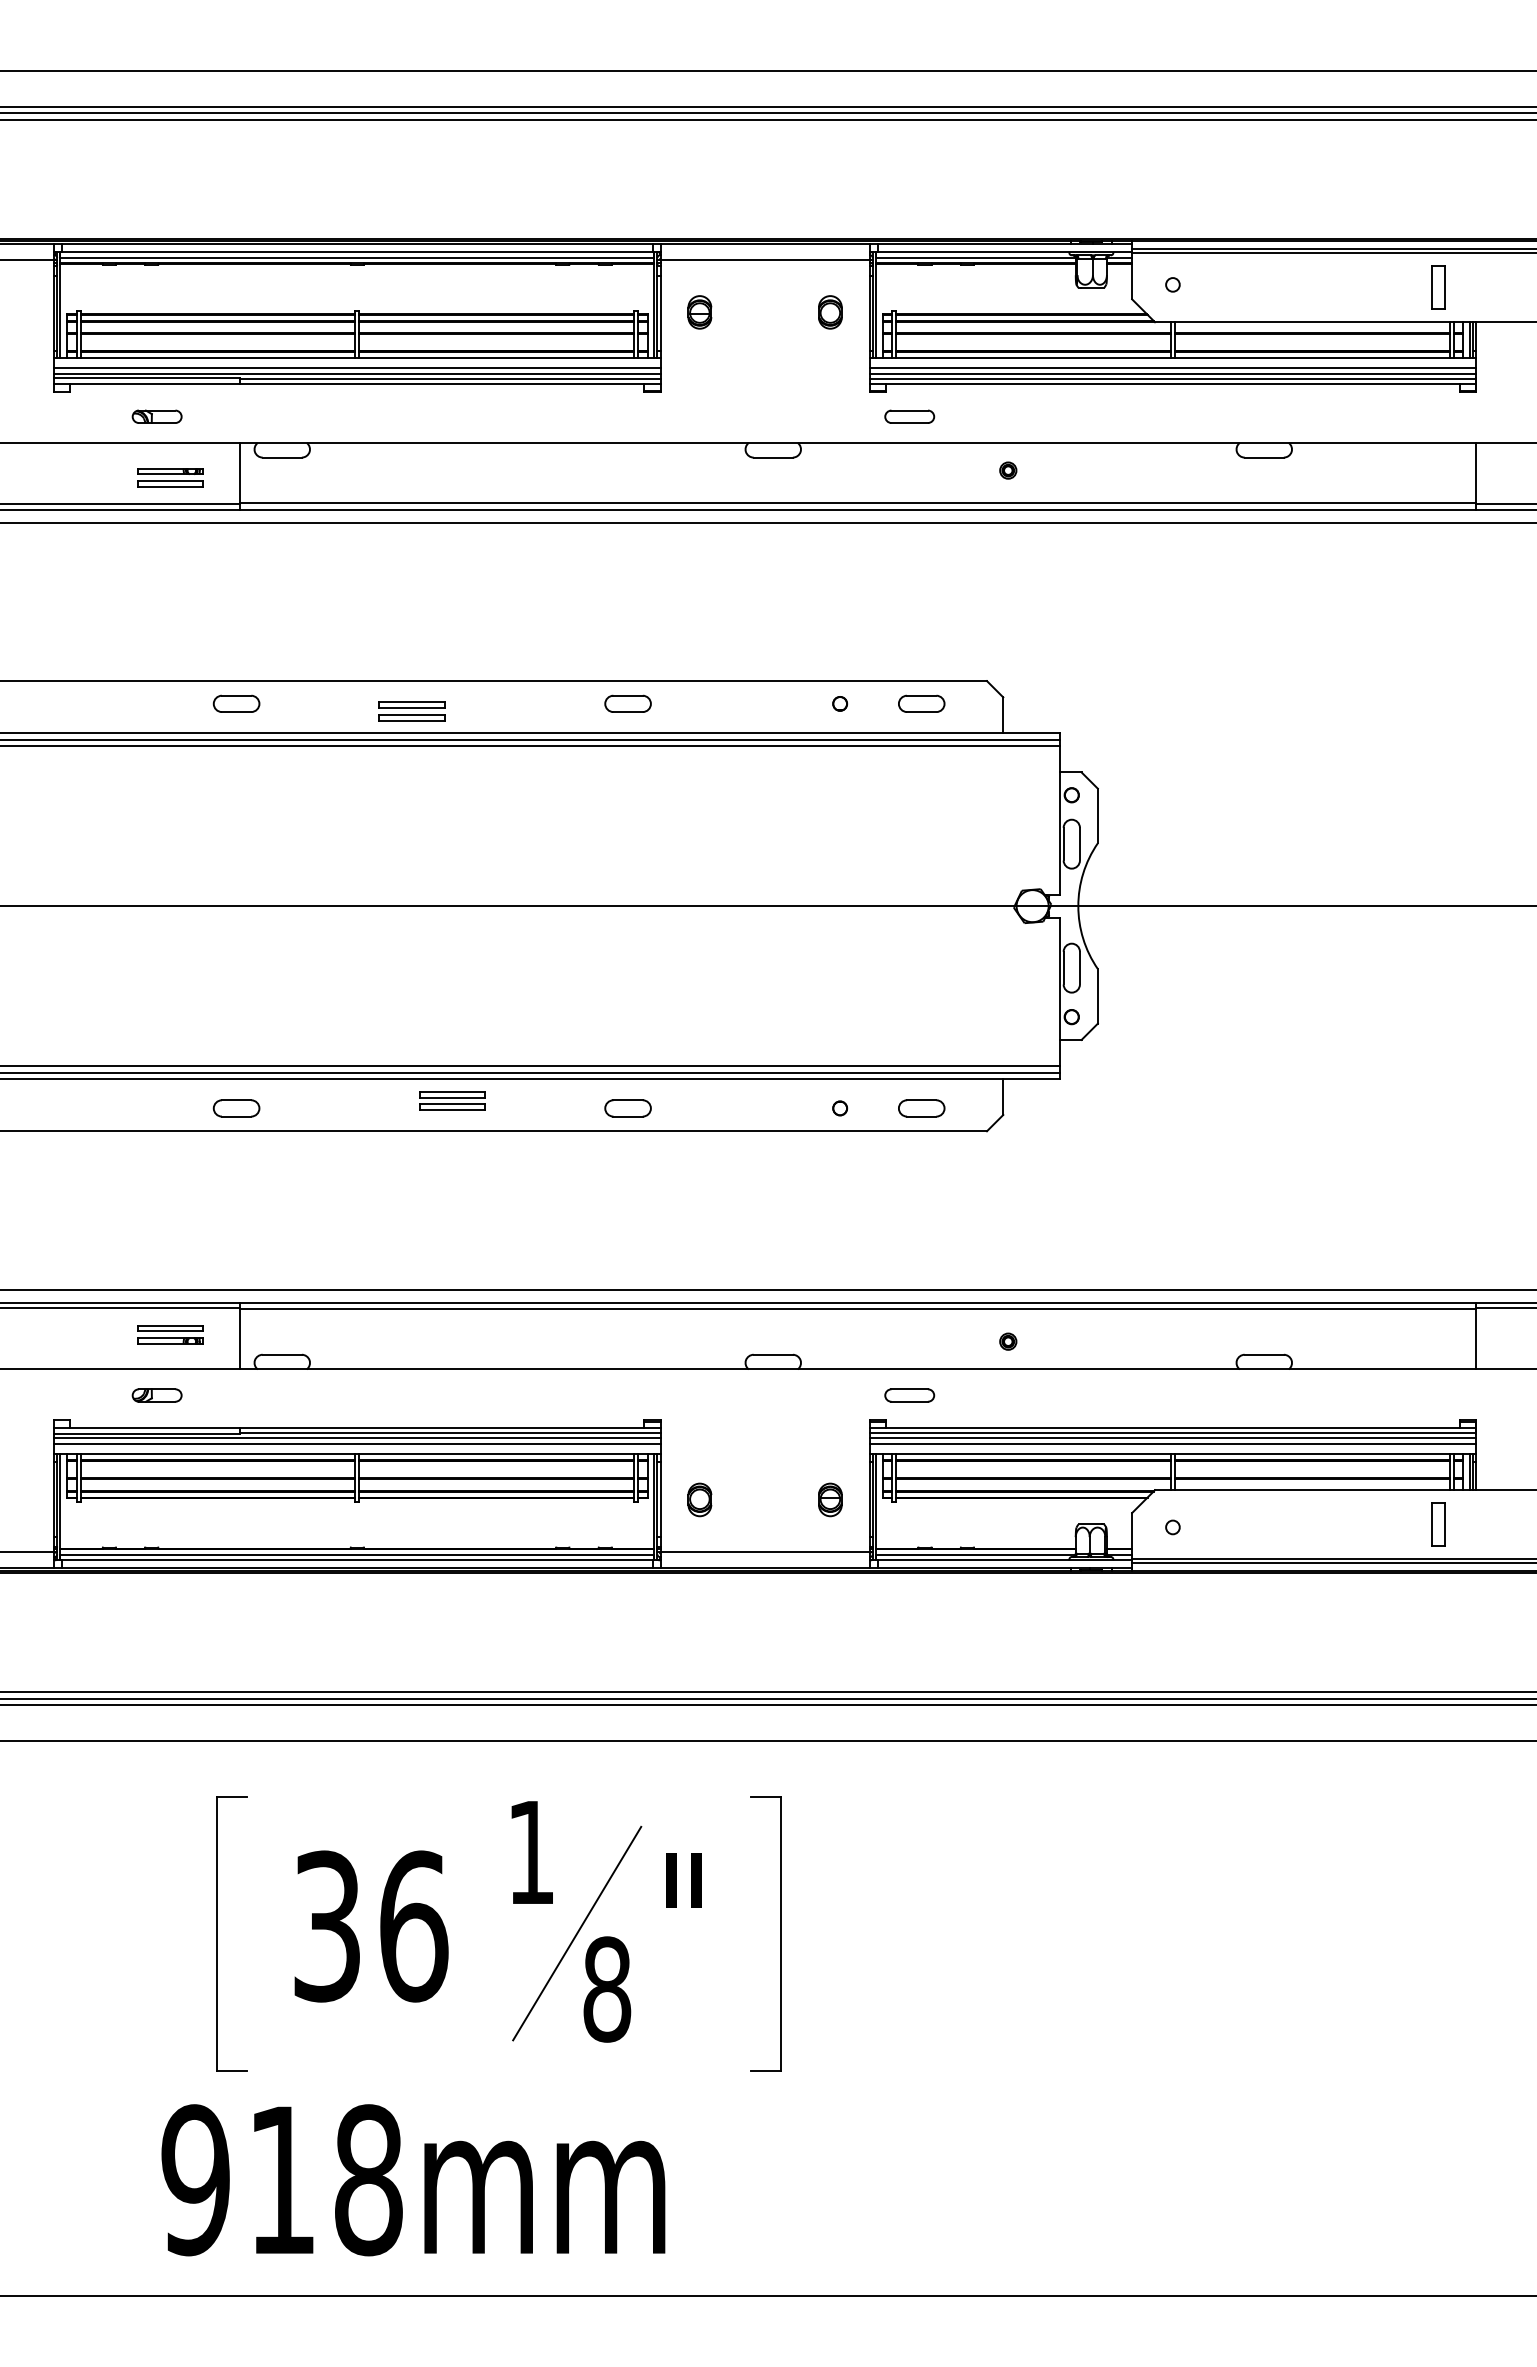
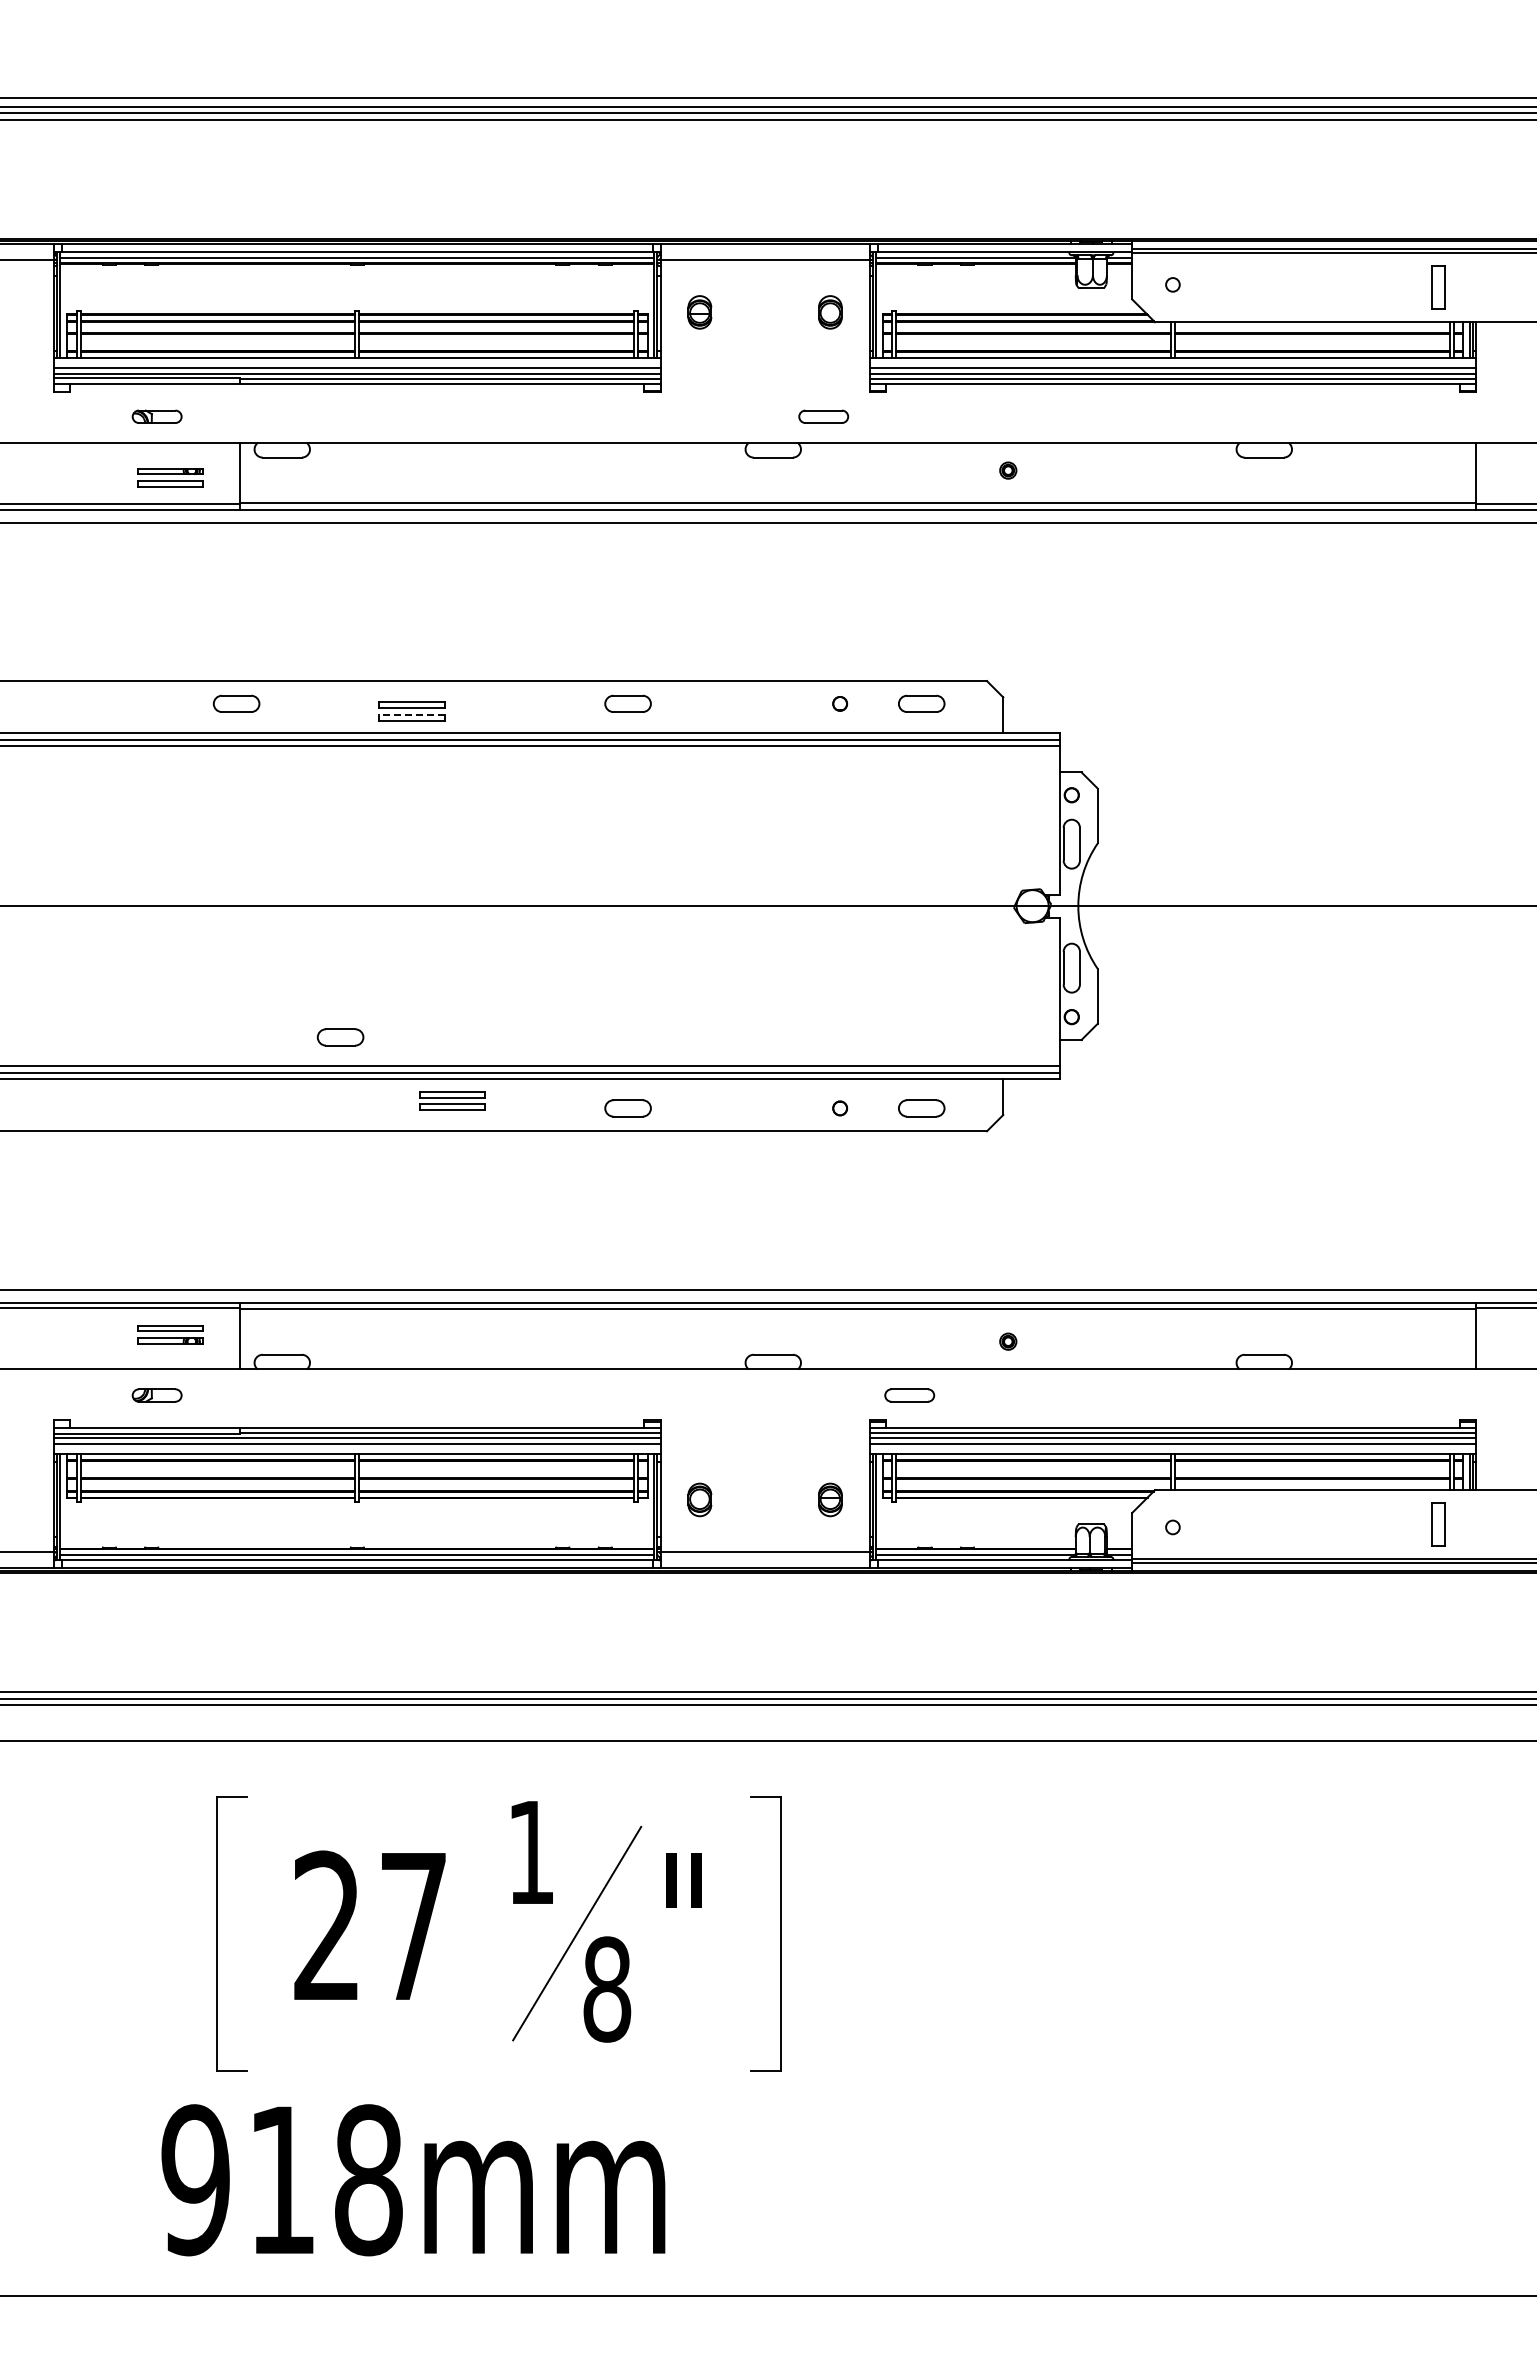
line at (767, 71) position: (767, 71) -> (767, 98)
part at (909, 416) position: (909, 416) -> (823, 416)
line at (412, 714): solid -> dashed
part at (236, 1108) position: (236, 1108) -> (340, 1037)
text at (371, 1926): 36 -> 27
